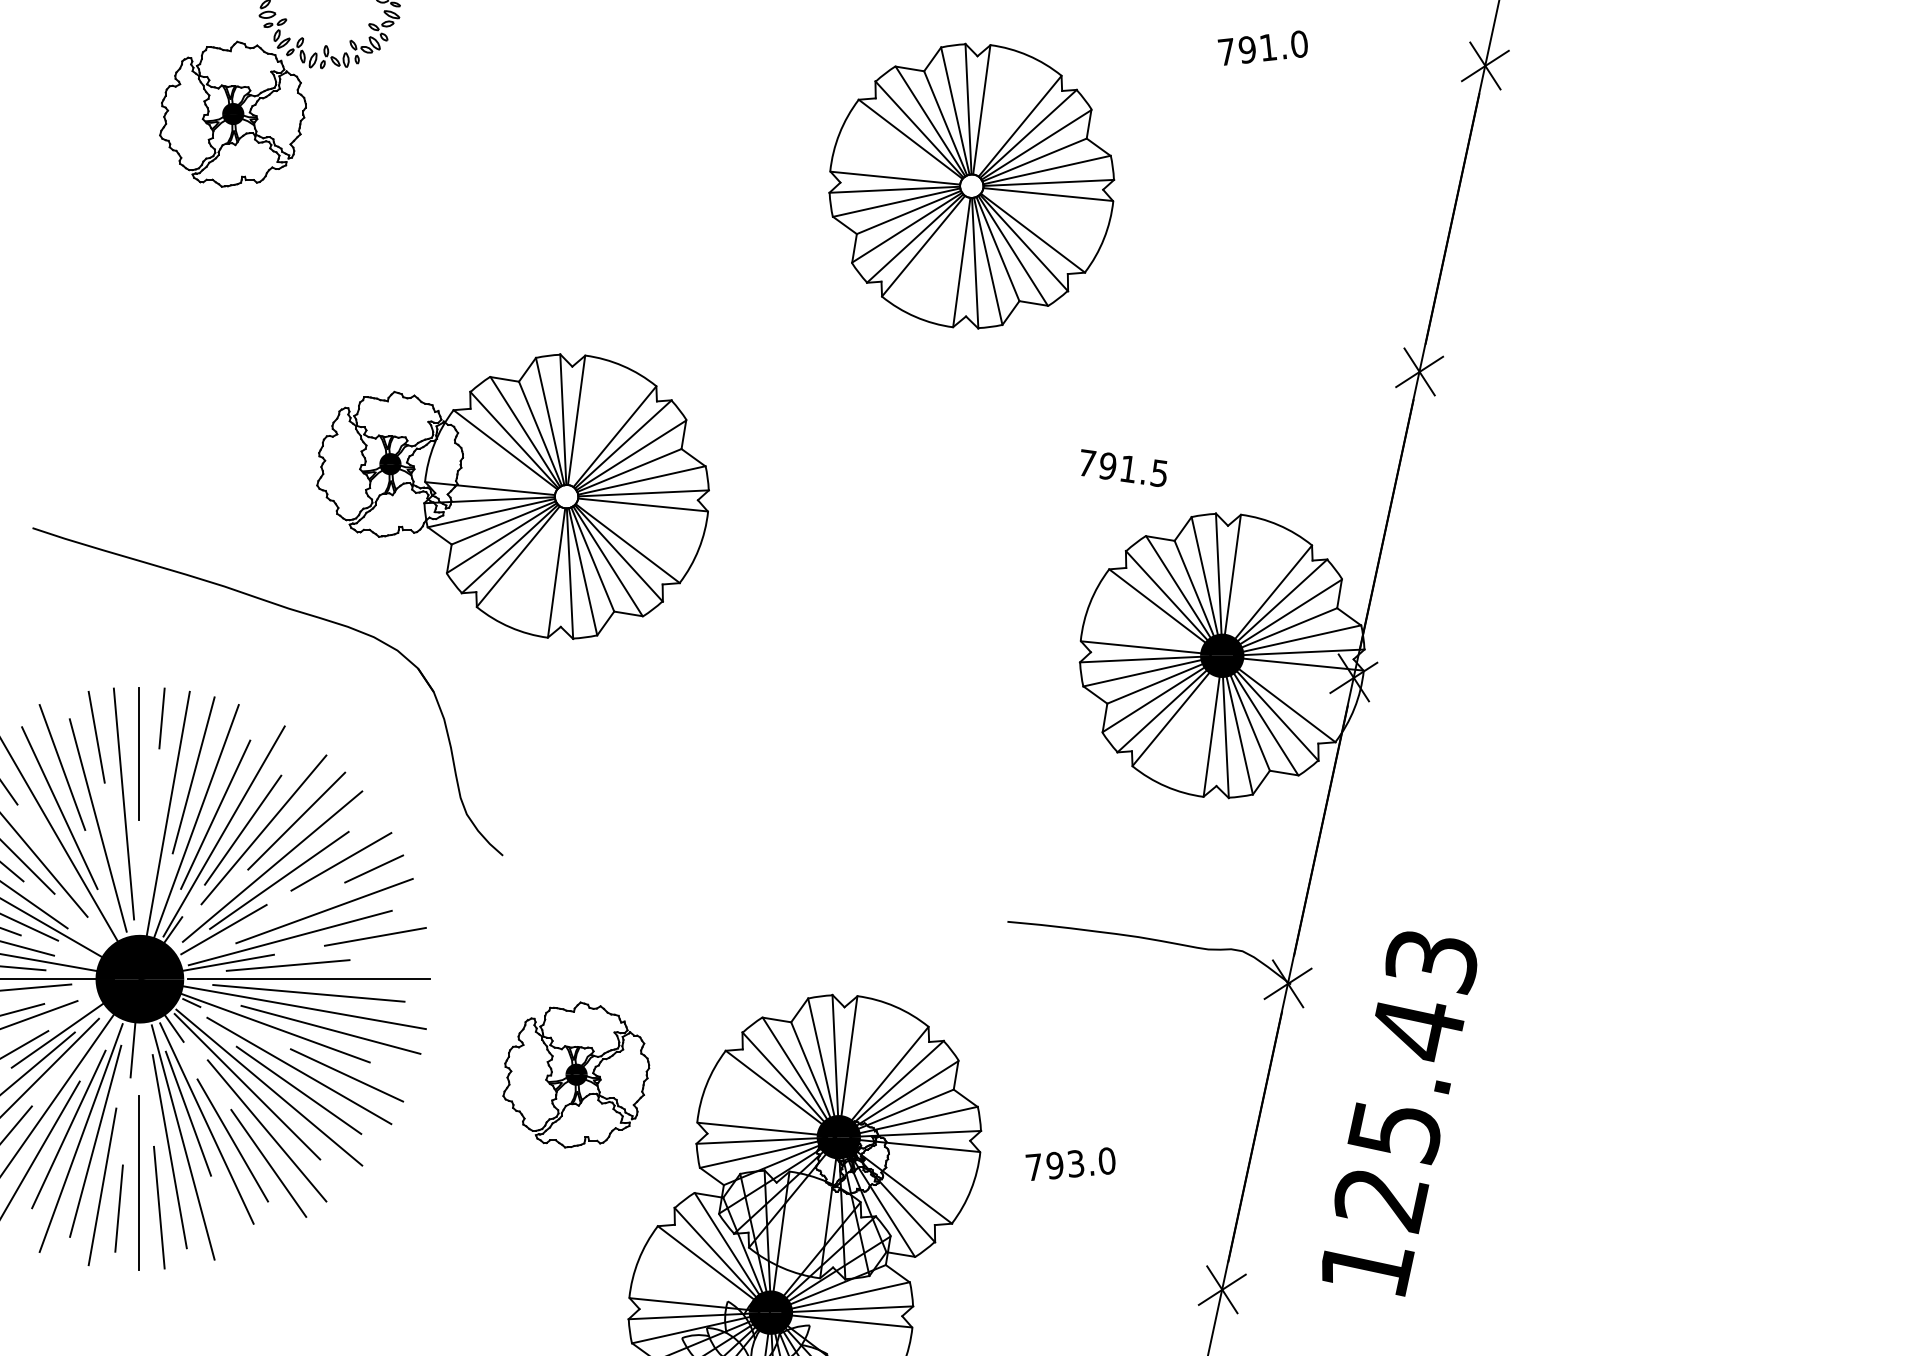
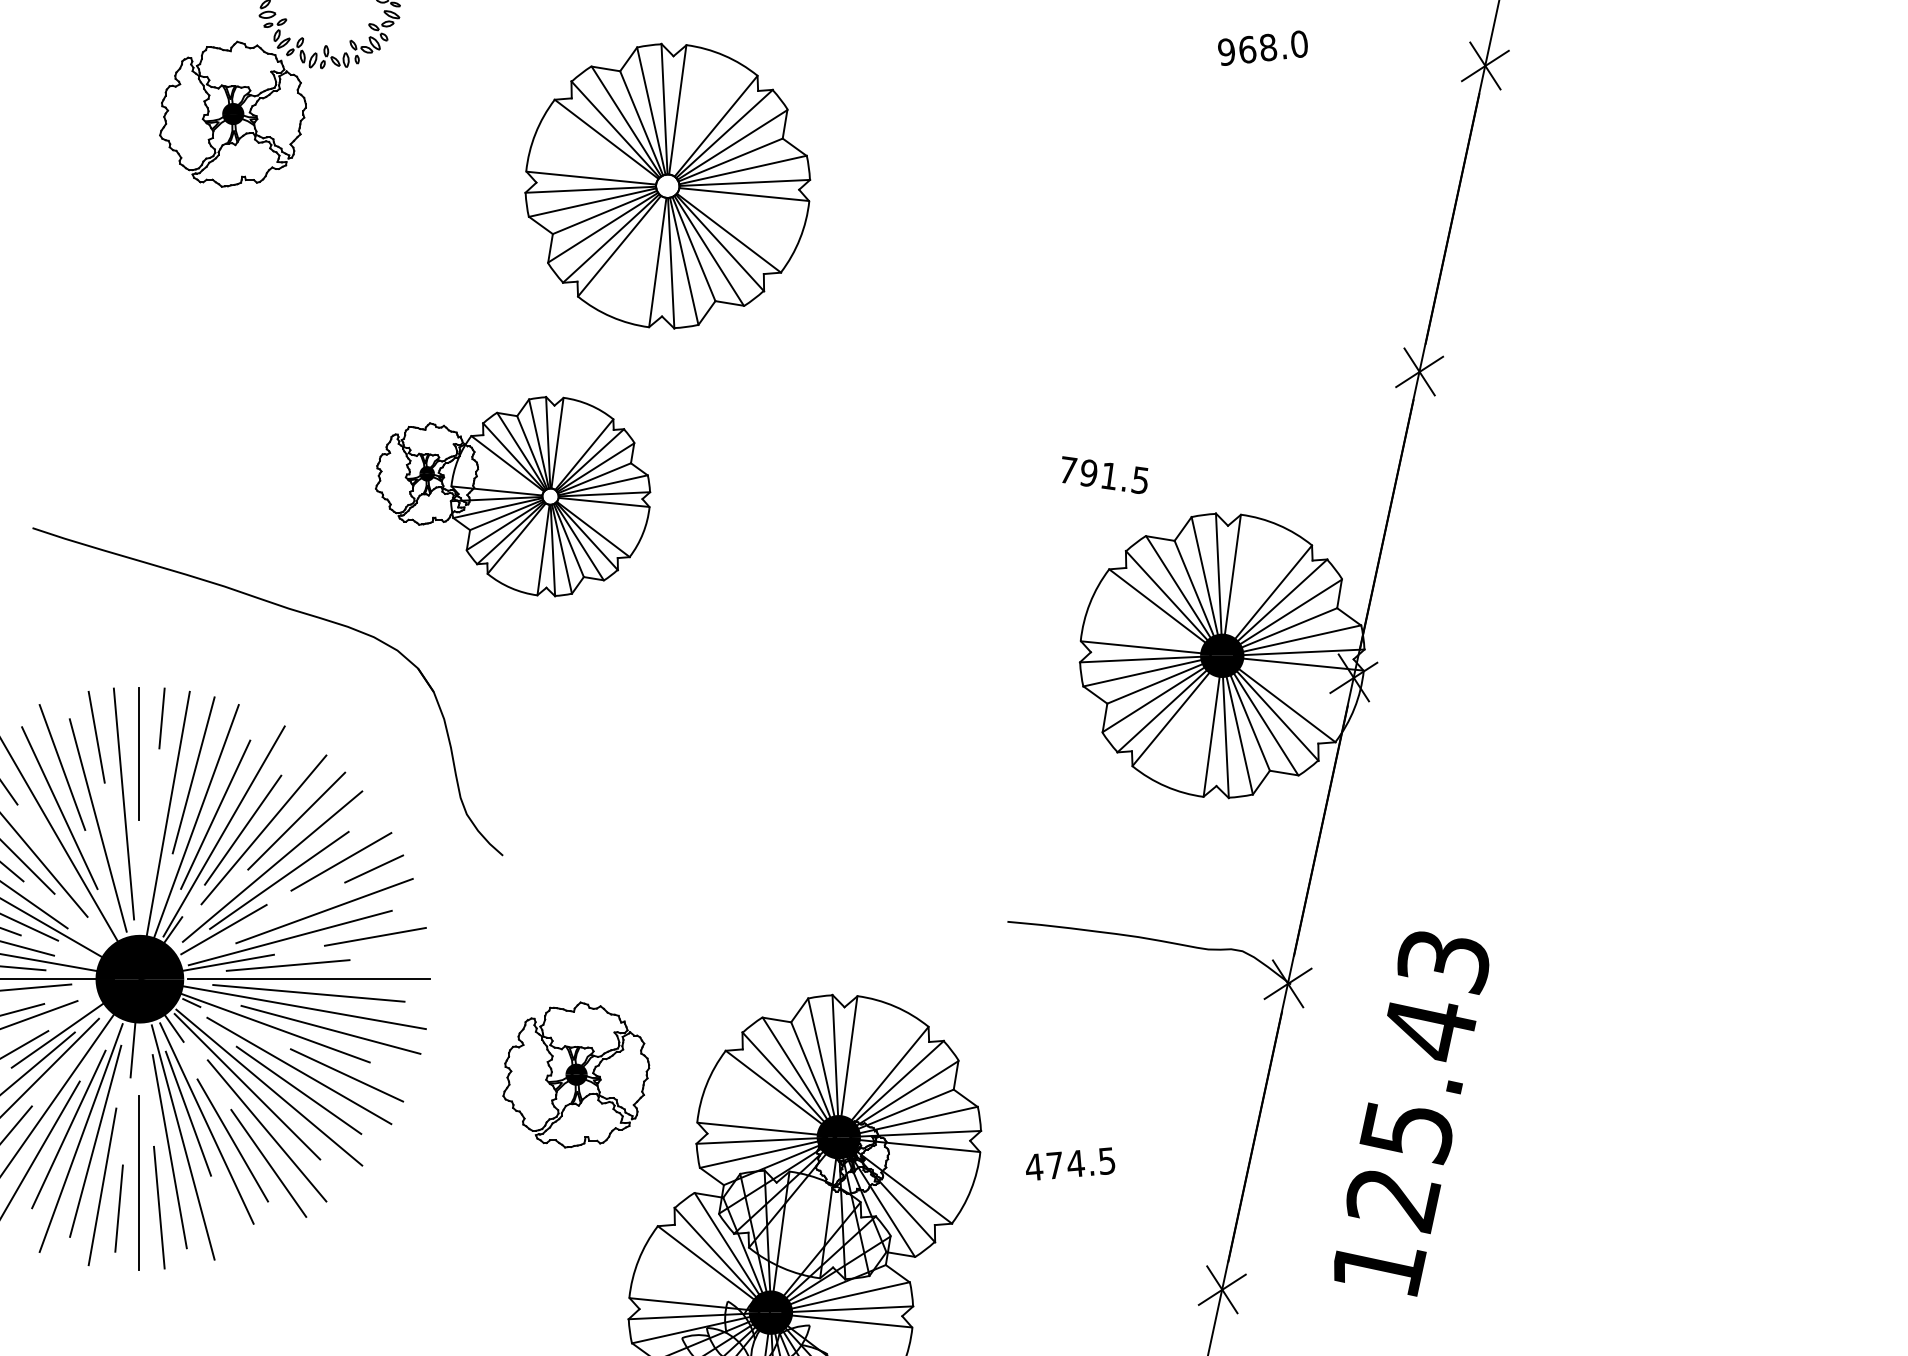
text at (1247, 49): 791.0 -> 968.0
part at (971, 185) position: (971, 185) -> (667, 185)
text at (1124, 467) position: (1124, 467) -> (1105, 474)
part at (512, 496) size: 394x287 px -> 277x202 px
text at (1399, 1113) position: (1399, 1113) -> (1411, 1113)
text at (1070, 1163): 793.0 -> 474.5
